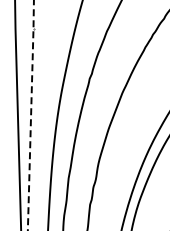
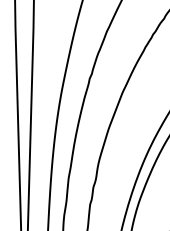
line at (31, 114): dashed -> solid
